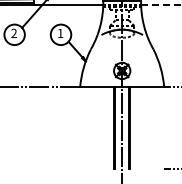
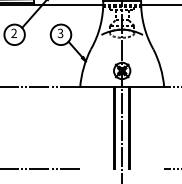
line at (161, 5): dashed -> solid
text at (60, 33): 1 -> 3
line at (41, 169): none -> present
